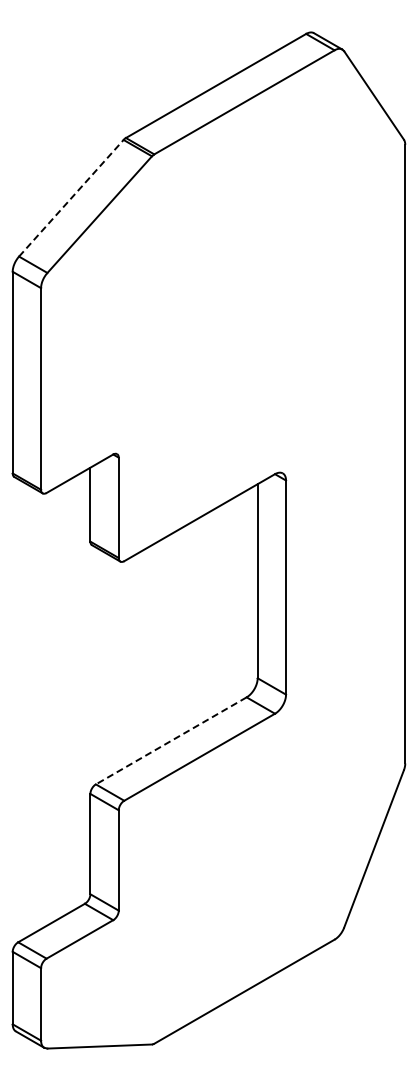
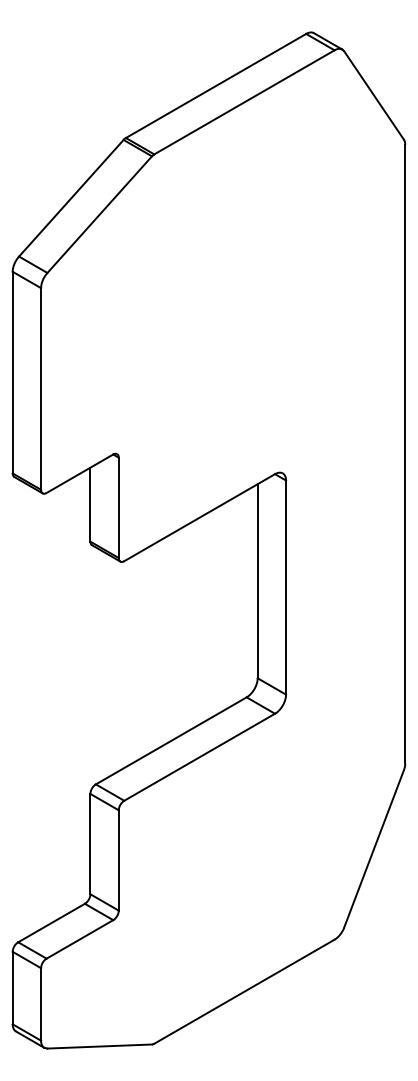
line at (71, 197): dashed -> solid
line at (170, 741): dashed -> solid
